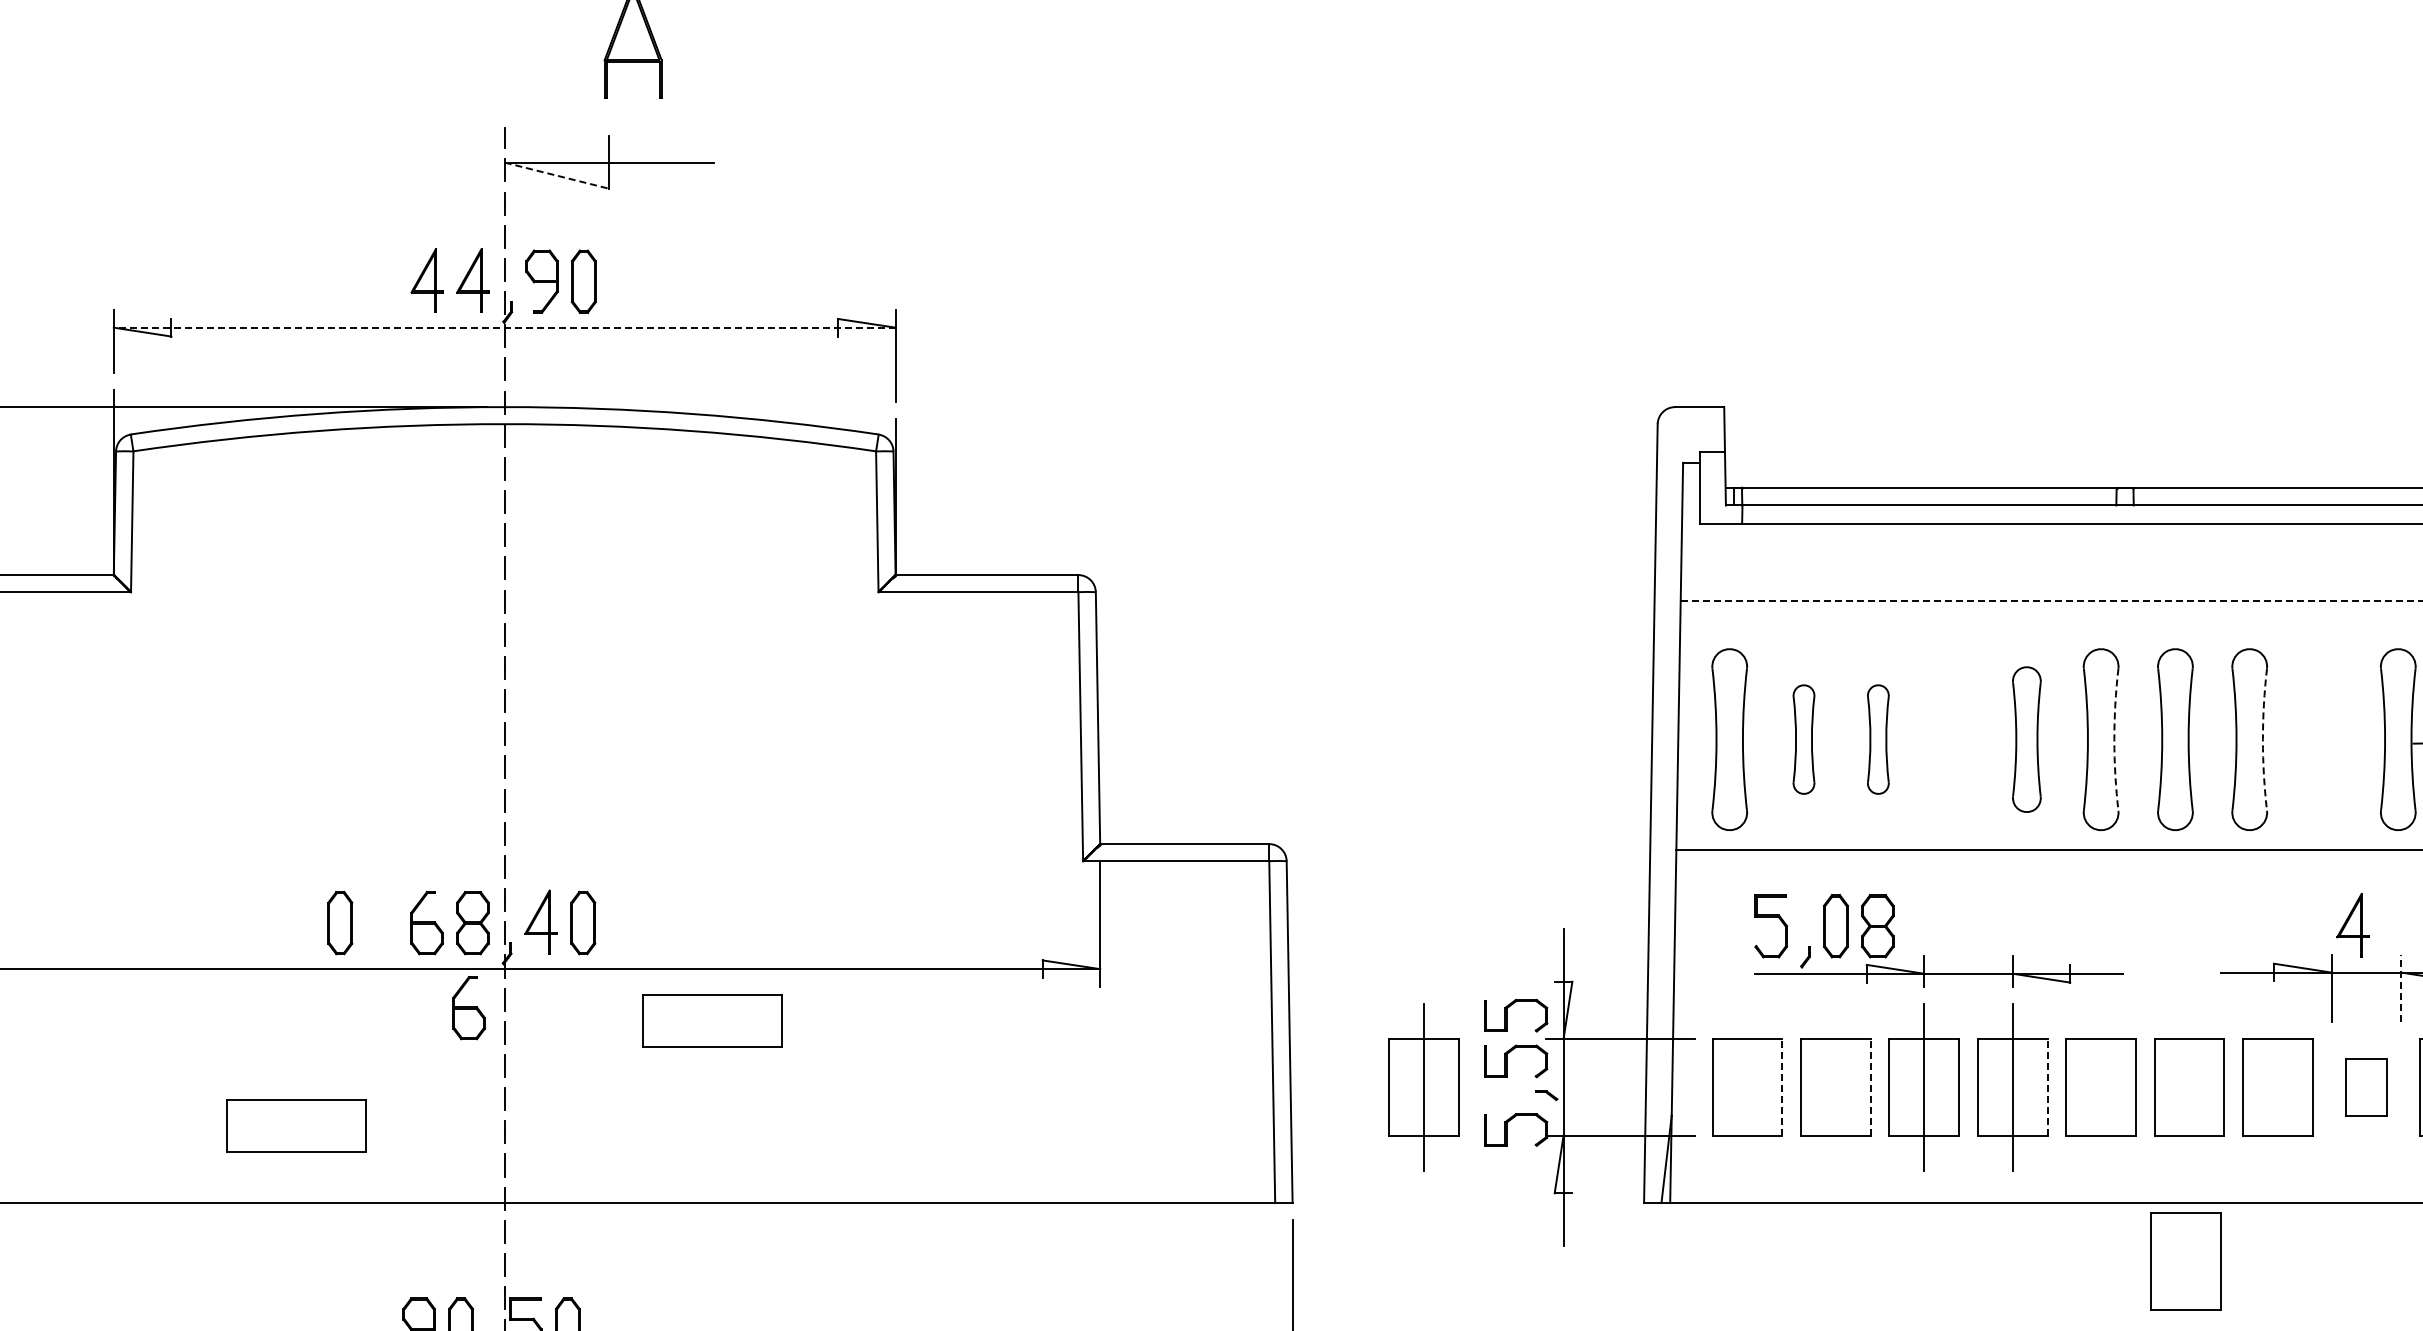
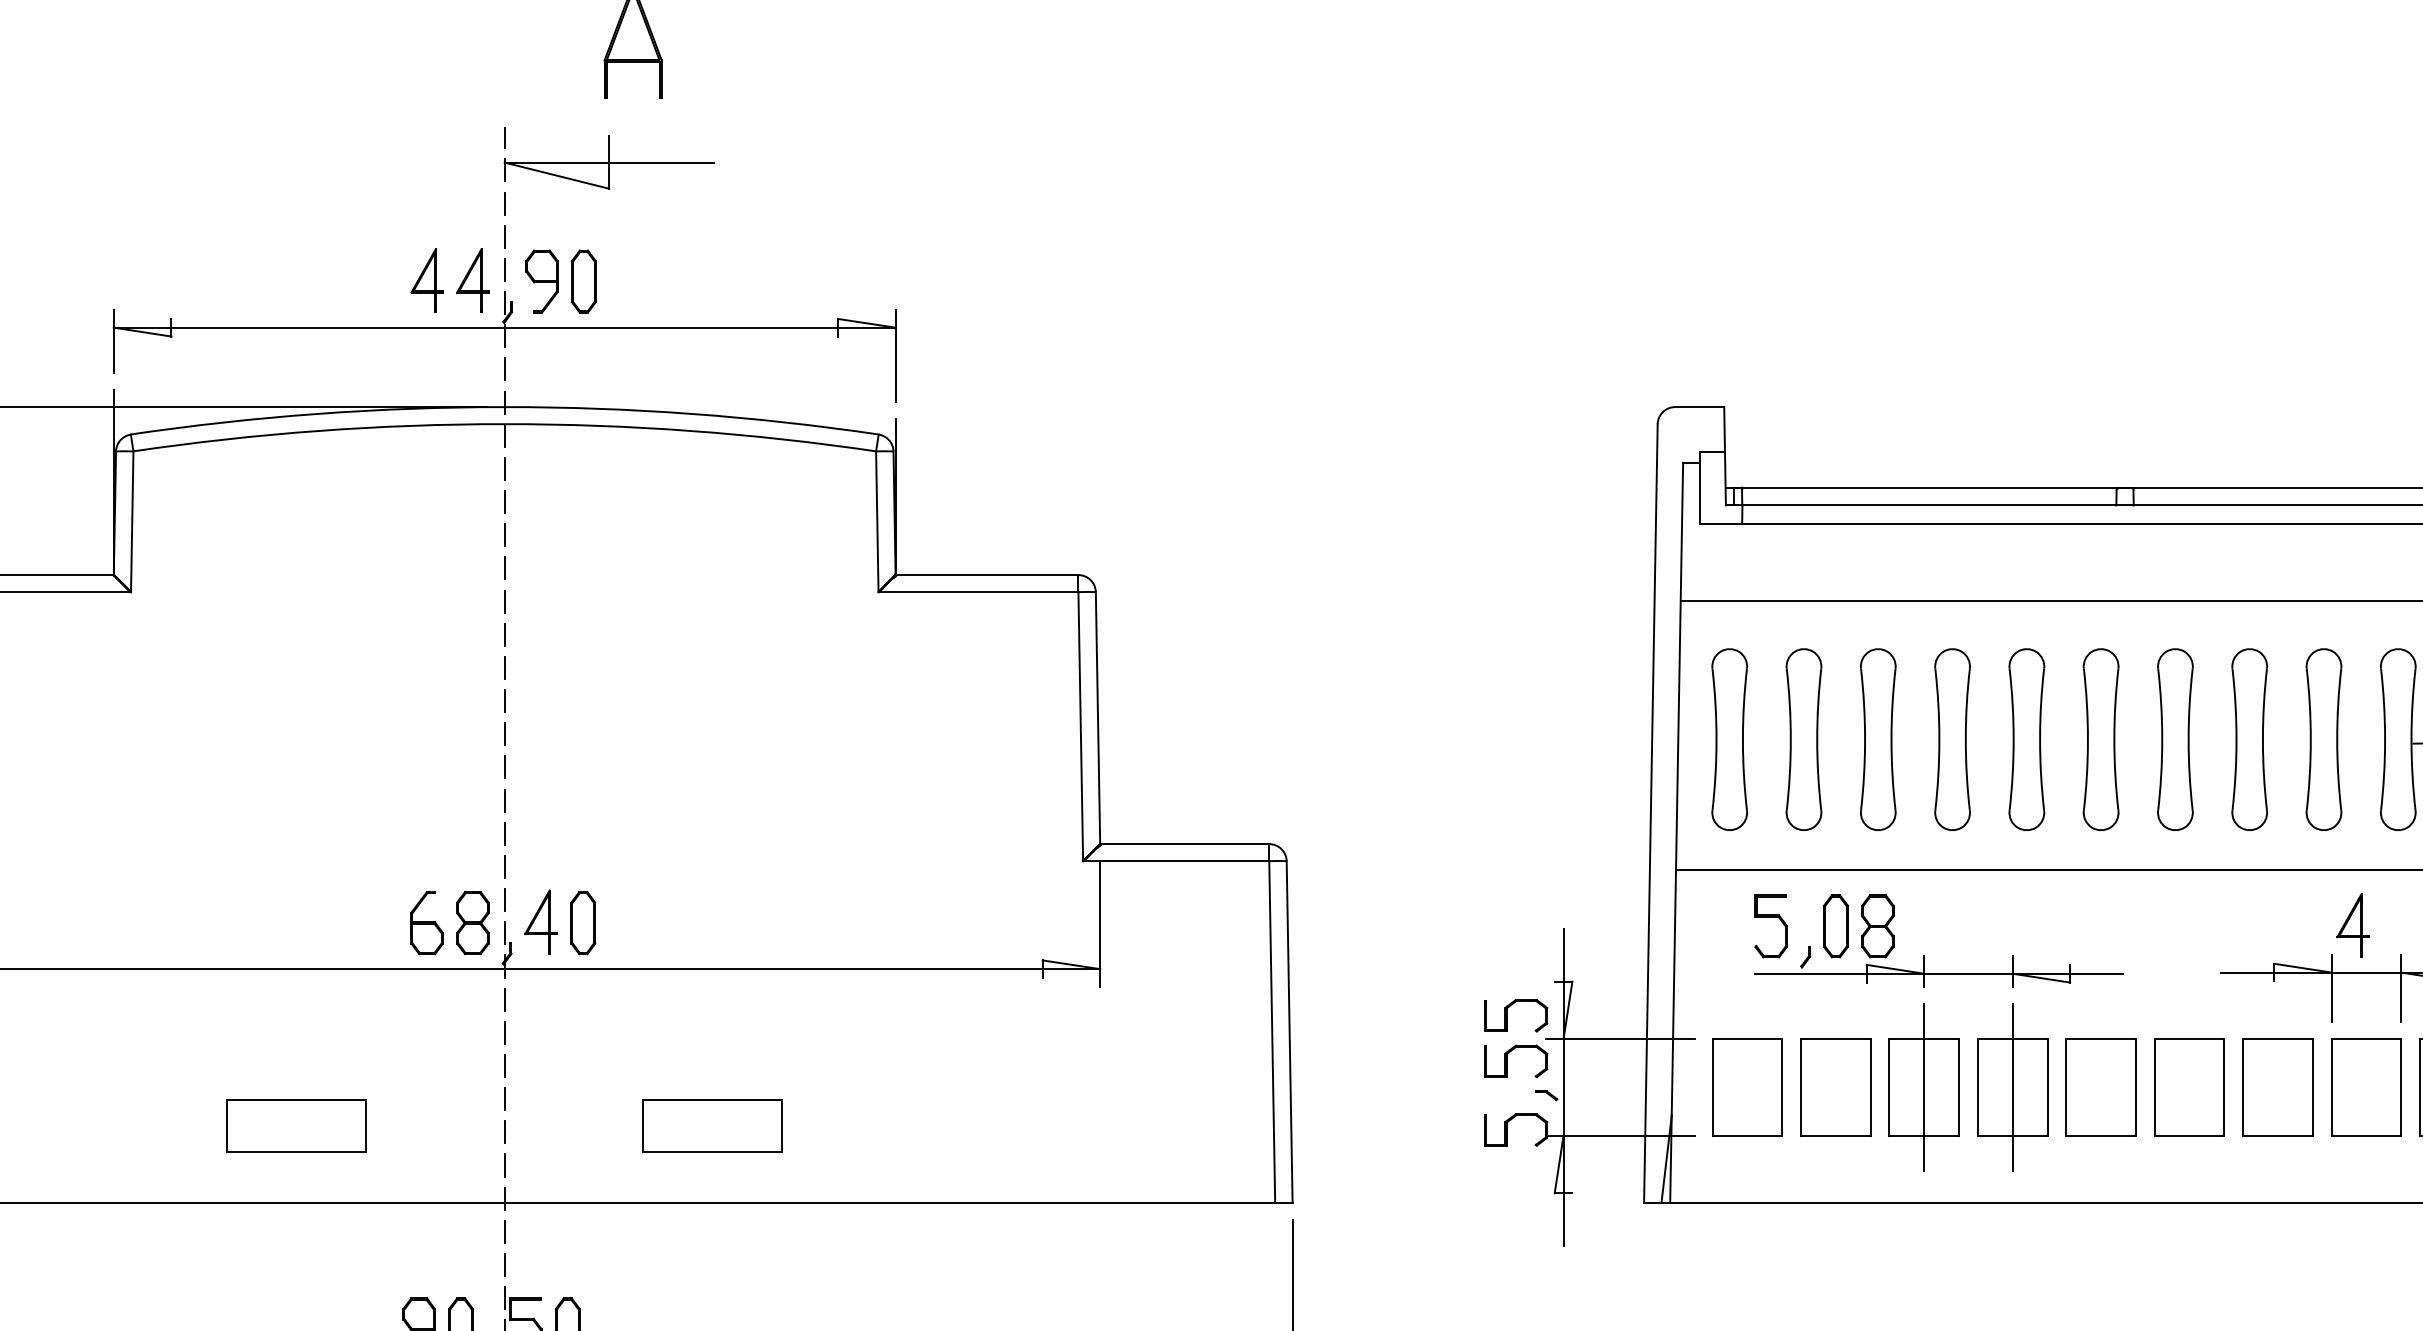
line at (556, 175): dashed -> solid
line at (504, 327): dashed -> solid
line at (2051, 601): dashed -> solid
part at (1803, 739) size: 24x111 px -> 38x183 px
part at (1878, 739) size: 23x111 px -> 37x183 px
part at (1952, 739): none -> present
part at (2026, 739) size: 30x147 px -> 38x183 px
arc at (2114, 739): dashed -> solid
arc at (2262, 739): dashed -> solid
part at (2323, 739): none -> present
line at (2047, 850) position: (2047, 850) -> (2047, 870)
part at (340, 923): present -> none
line at (2401, 987): dashed -> solid
part at (468, 1008): present -> none
part at (712, 1020) position: (712, 1020) -> (712, 1125)
part at (1423, 1087): present -> none
line at (1782, 1087): dashed -> solid
line at (1870, 1087): dashed -> solid
line at (2047, 1087): dashed -> solid
part at (2366, 1087) size: 43x59 px -> 71x99 px
part at (2185, 1261): present -> none
